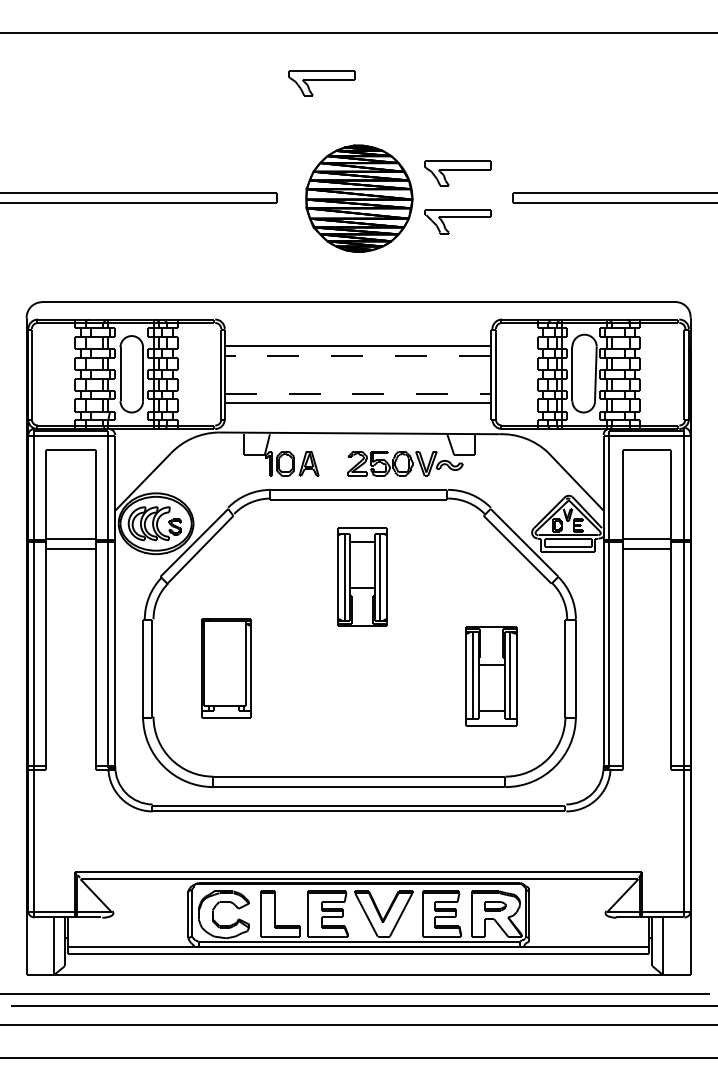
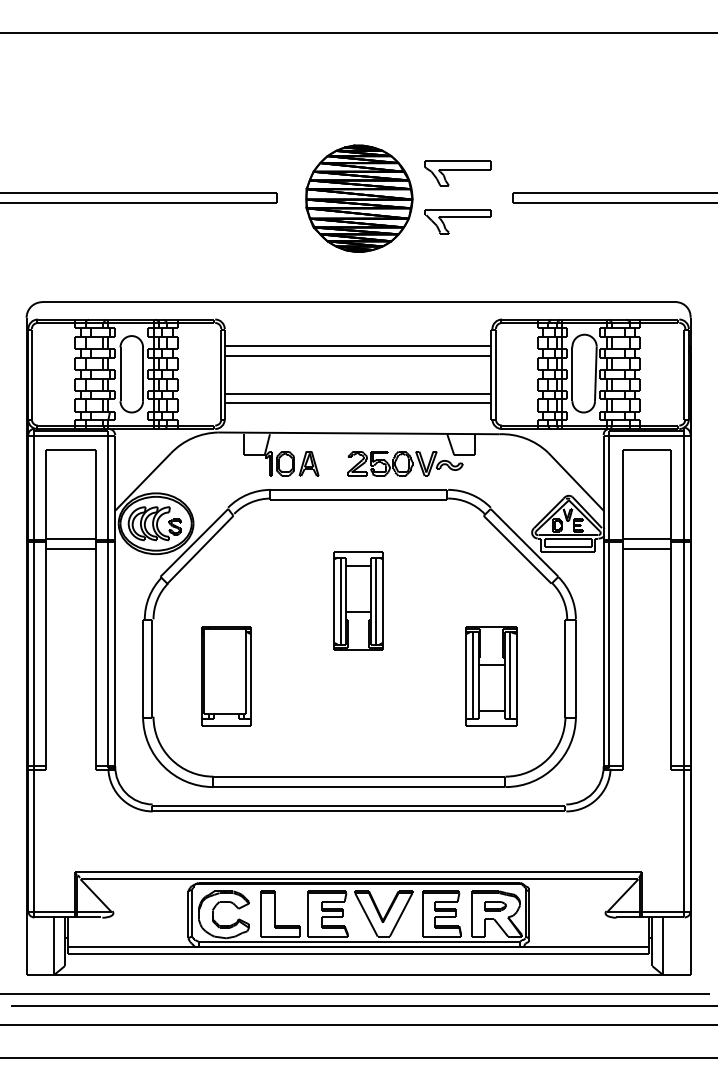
part at (321, 83): present -> none
line at (357, 356): dashed -> solid
line at (357, 394): dashed -> solid
part at (362, 576) position: (362, 576) -> (358, 600)
part at (226, 668) position: (226, 668) -> (226, 676)
